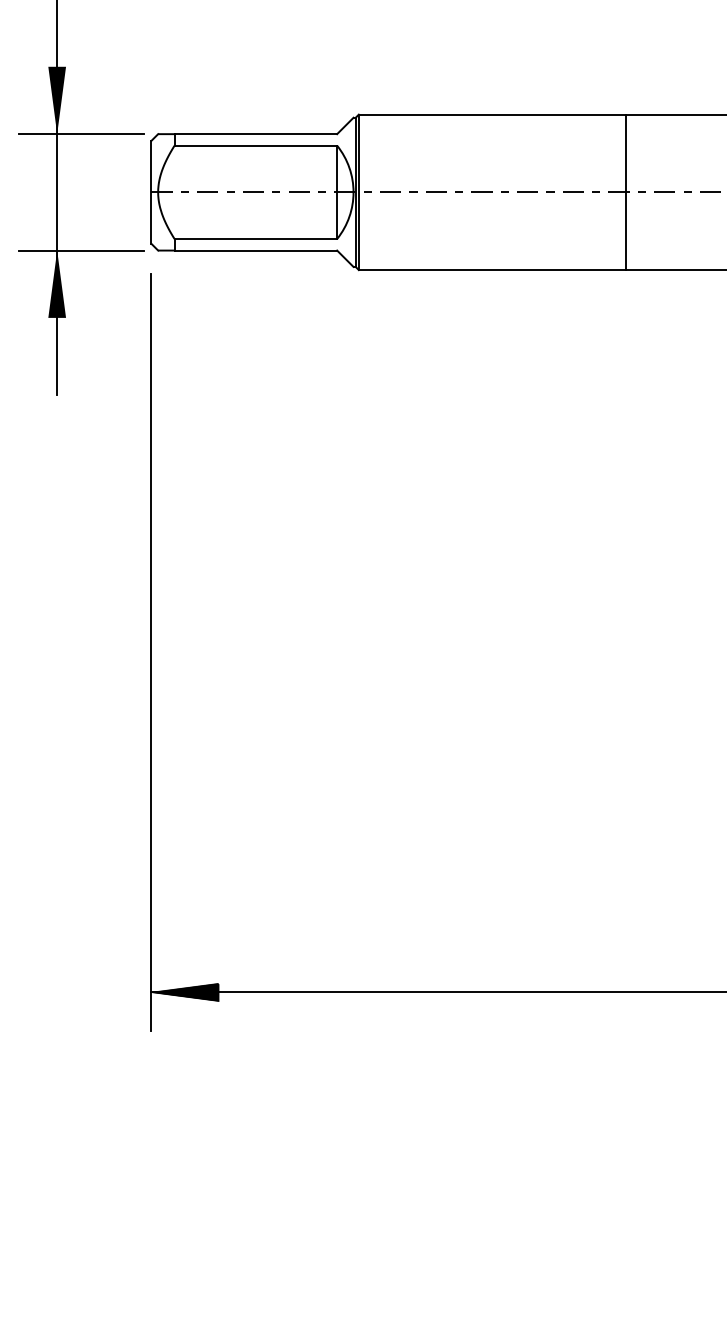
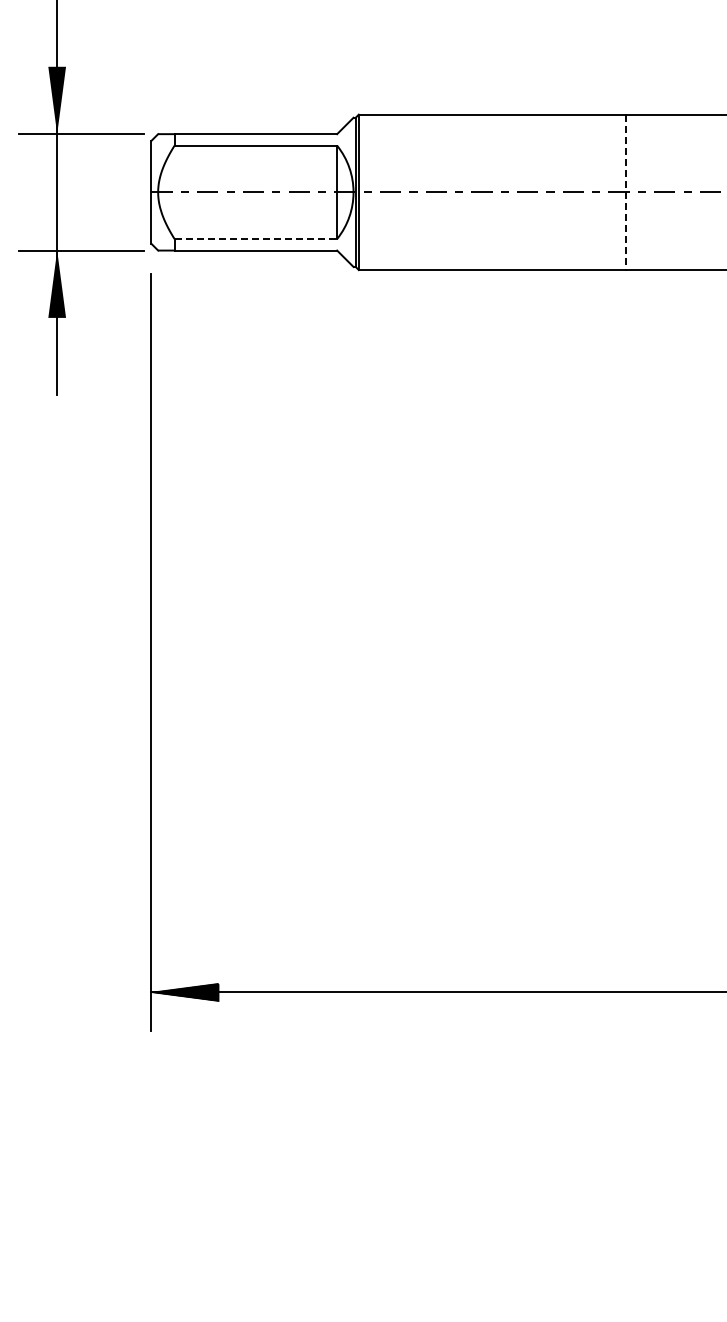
line at (625, 192): solid -> dashed
line at (256, 239): solid -> dashed
